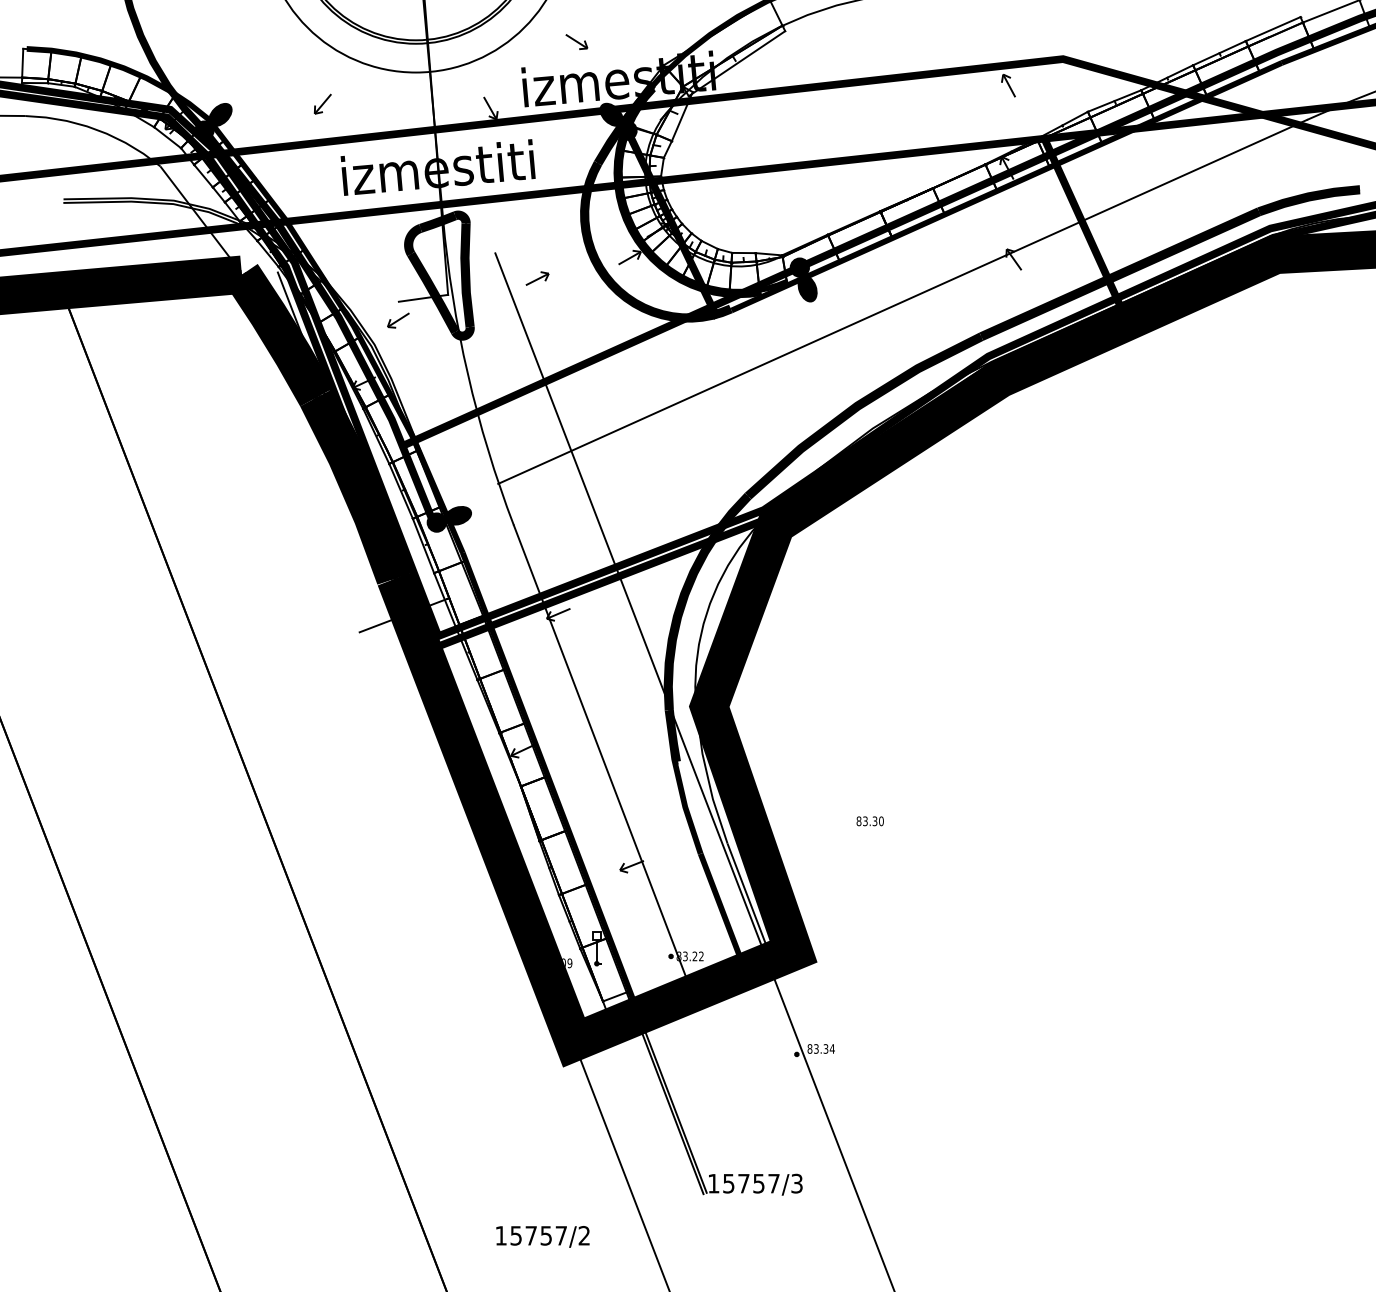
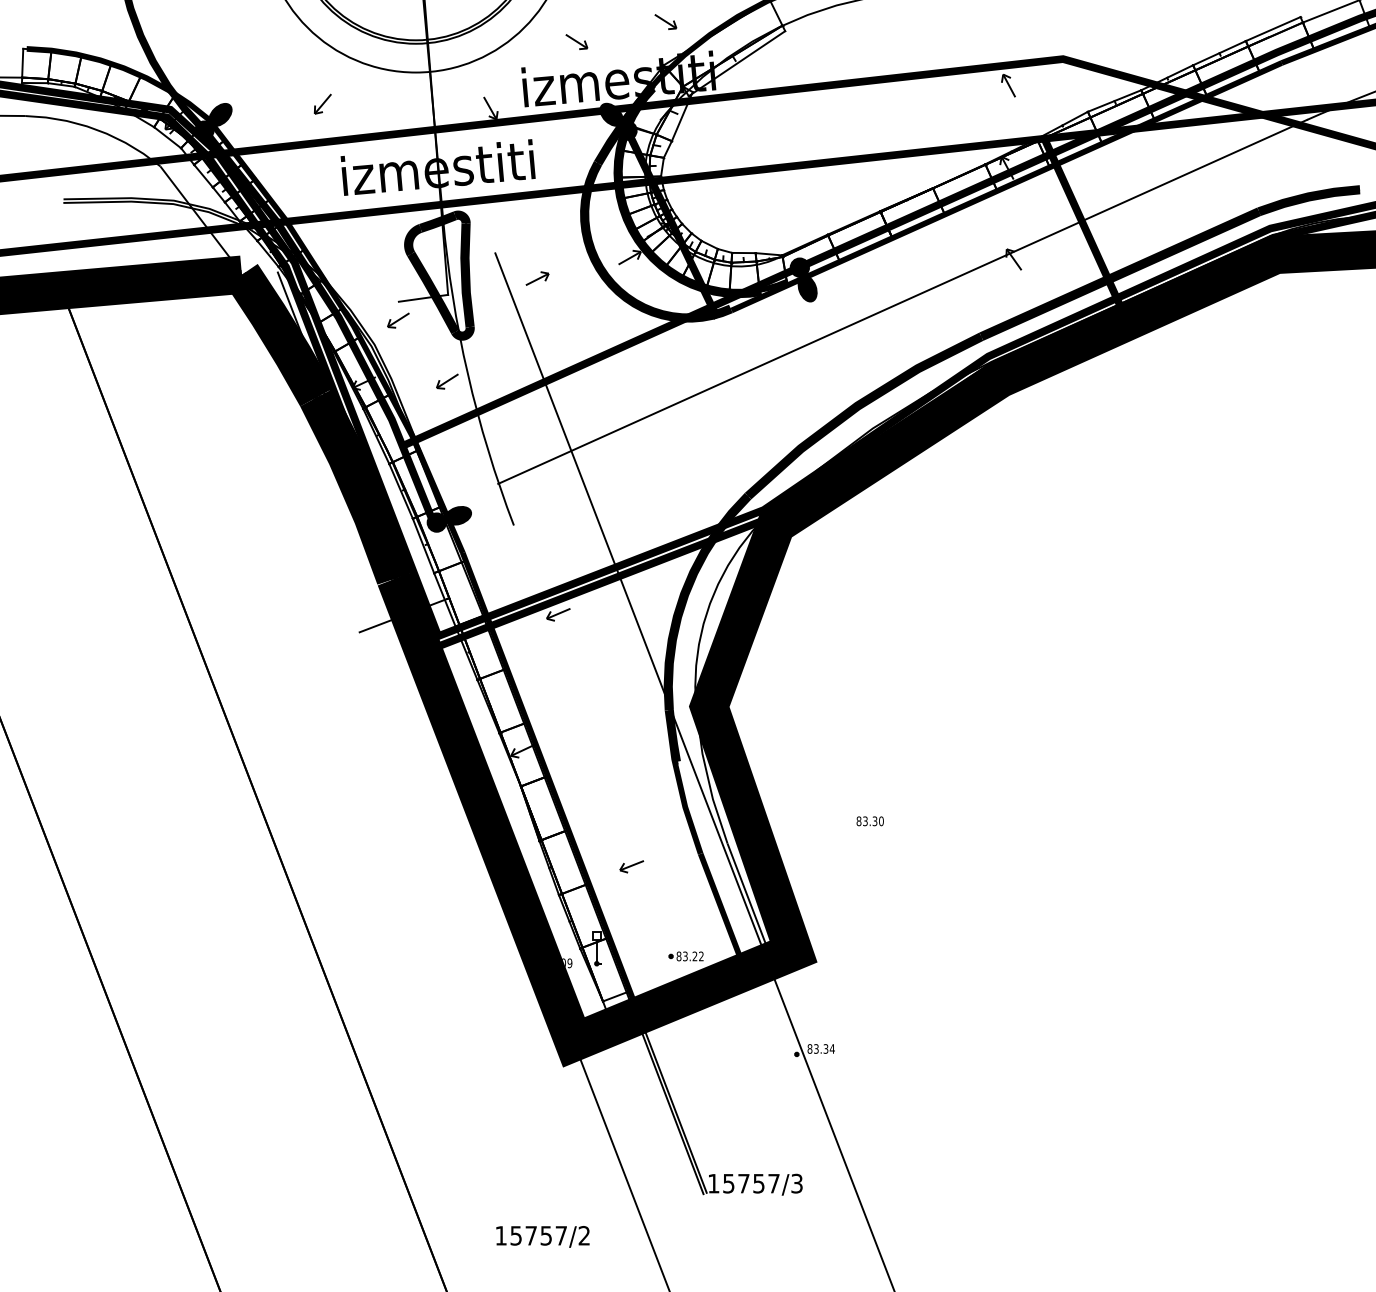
part at (665, 21): none -> present
part at (447, 381): none -> present
line at (602, 759): present -> none
